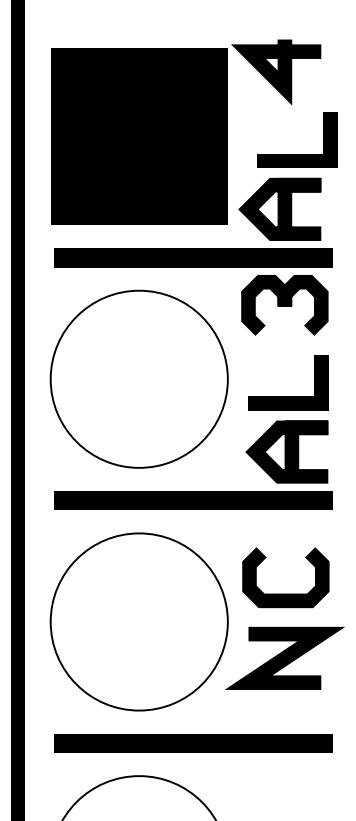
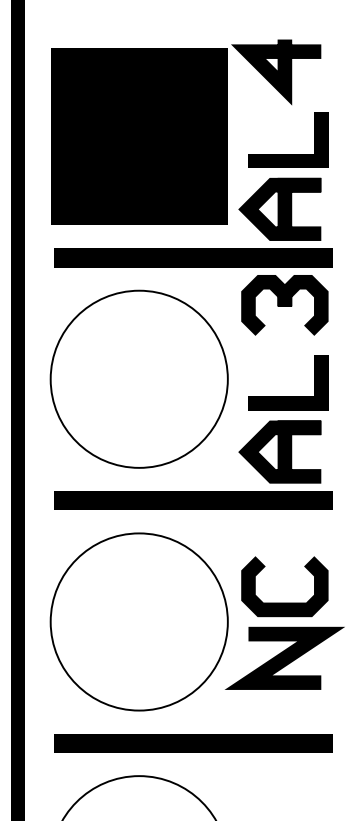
line at (297, 154) position: (297, 154) -> (288, 154)
curve at (286, 451) position: (286, 451) -> (279, 451)
curve at (285, 593) position: (285, 593) -> (284, 602)
